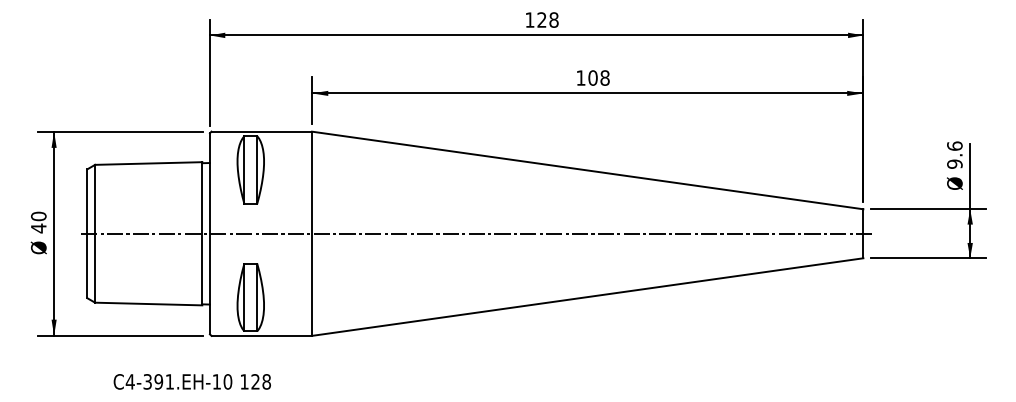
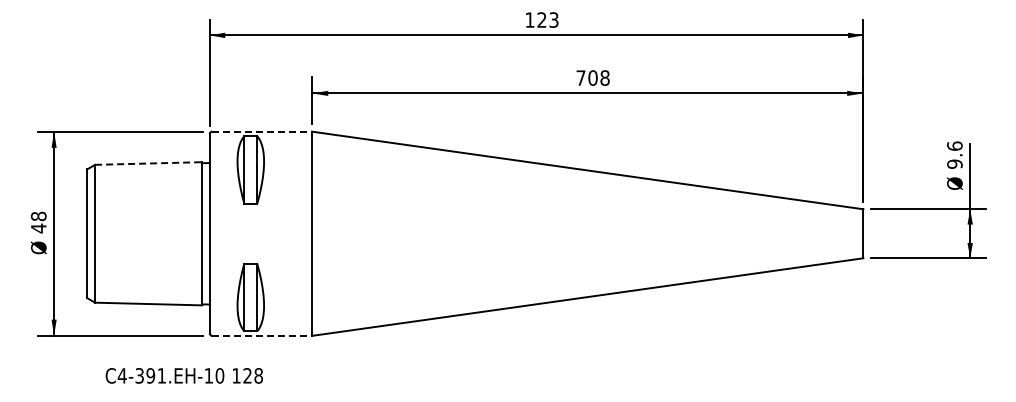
text at (553, 19): 128 -> 123
text at (580, 77): 108 -> 708
line at (262, 131): solid -> dashed
line at (148, 163): solid -> dashed
text at (38, 216): 40 -> 48
line at (476, 233): present -> none
line at (262, 335): solid -> dashed
text at (191, 381) position: (191, 381) -> (183, 375)
